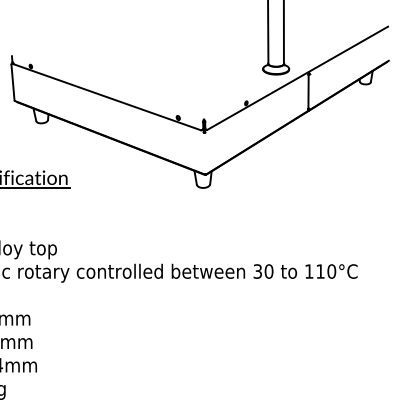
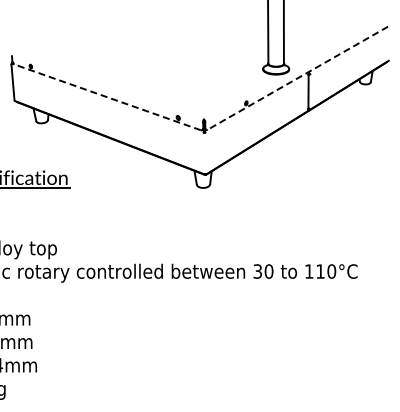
line at (297, 78): solid -> dashed
line at (107, 97): solid -> dashed
